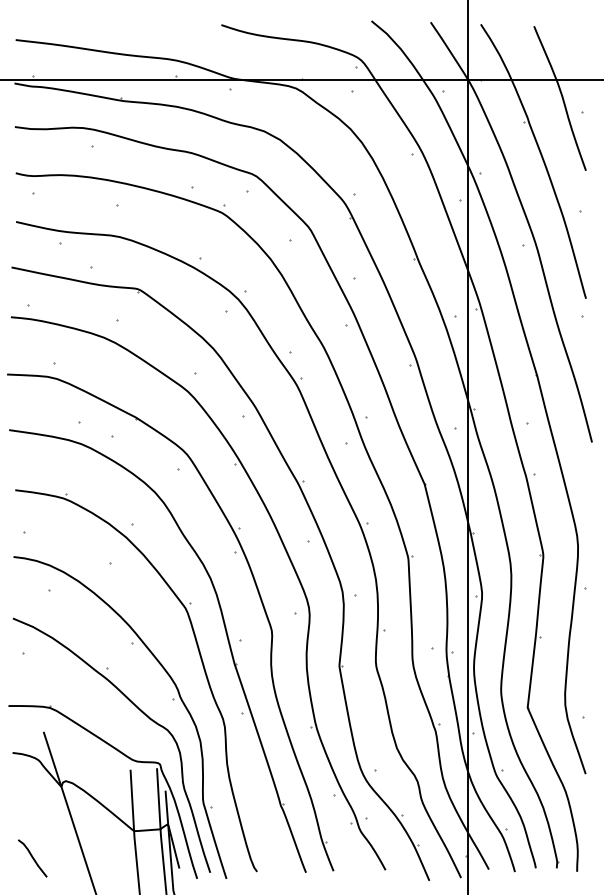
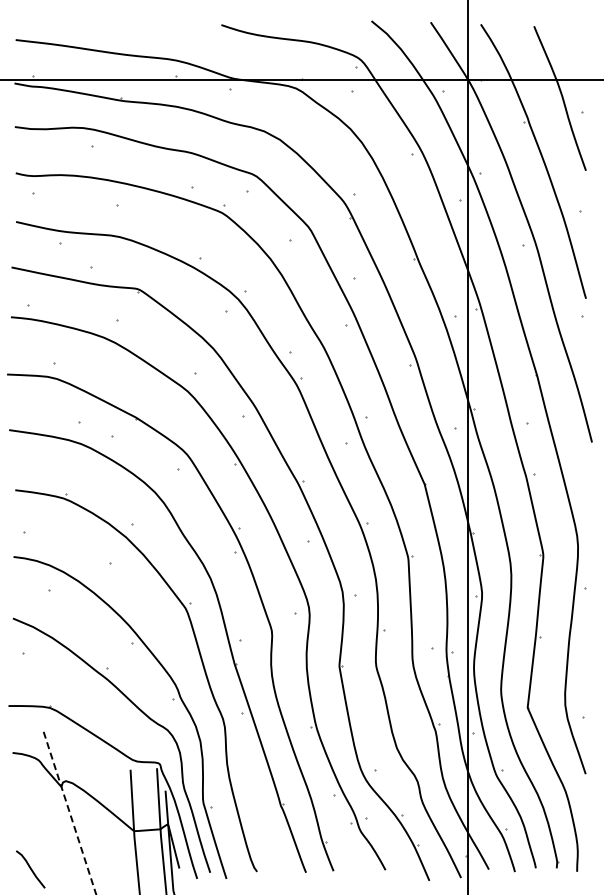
line at (70, 813): solid -> dashed
curve at (32, 858) position: (32, 858) -> (30, 869)
